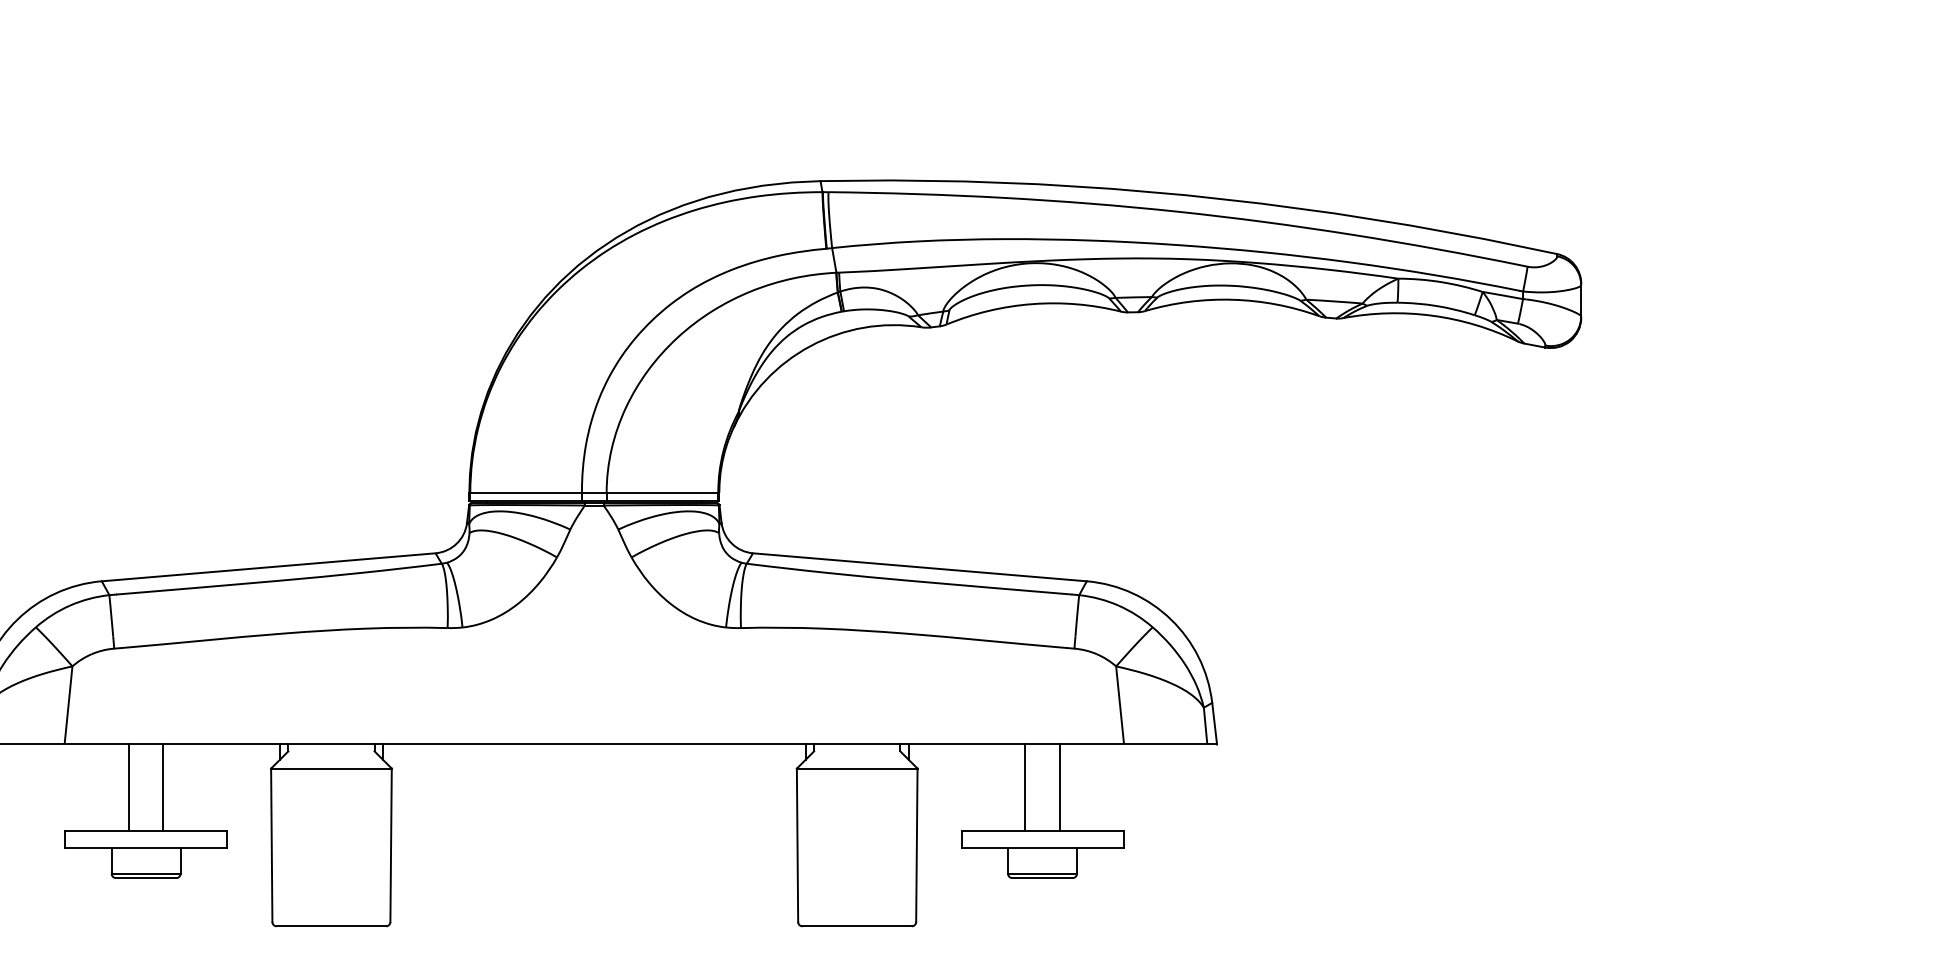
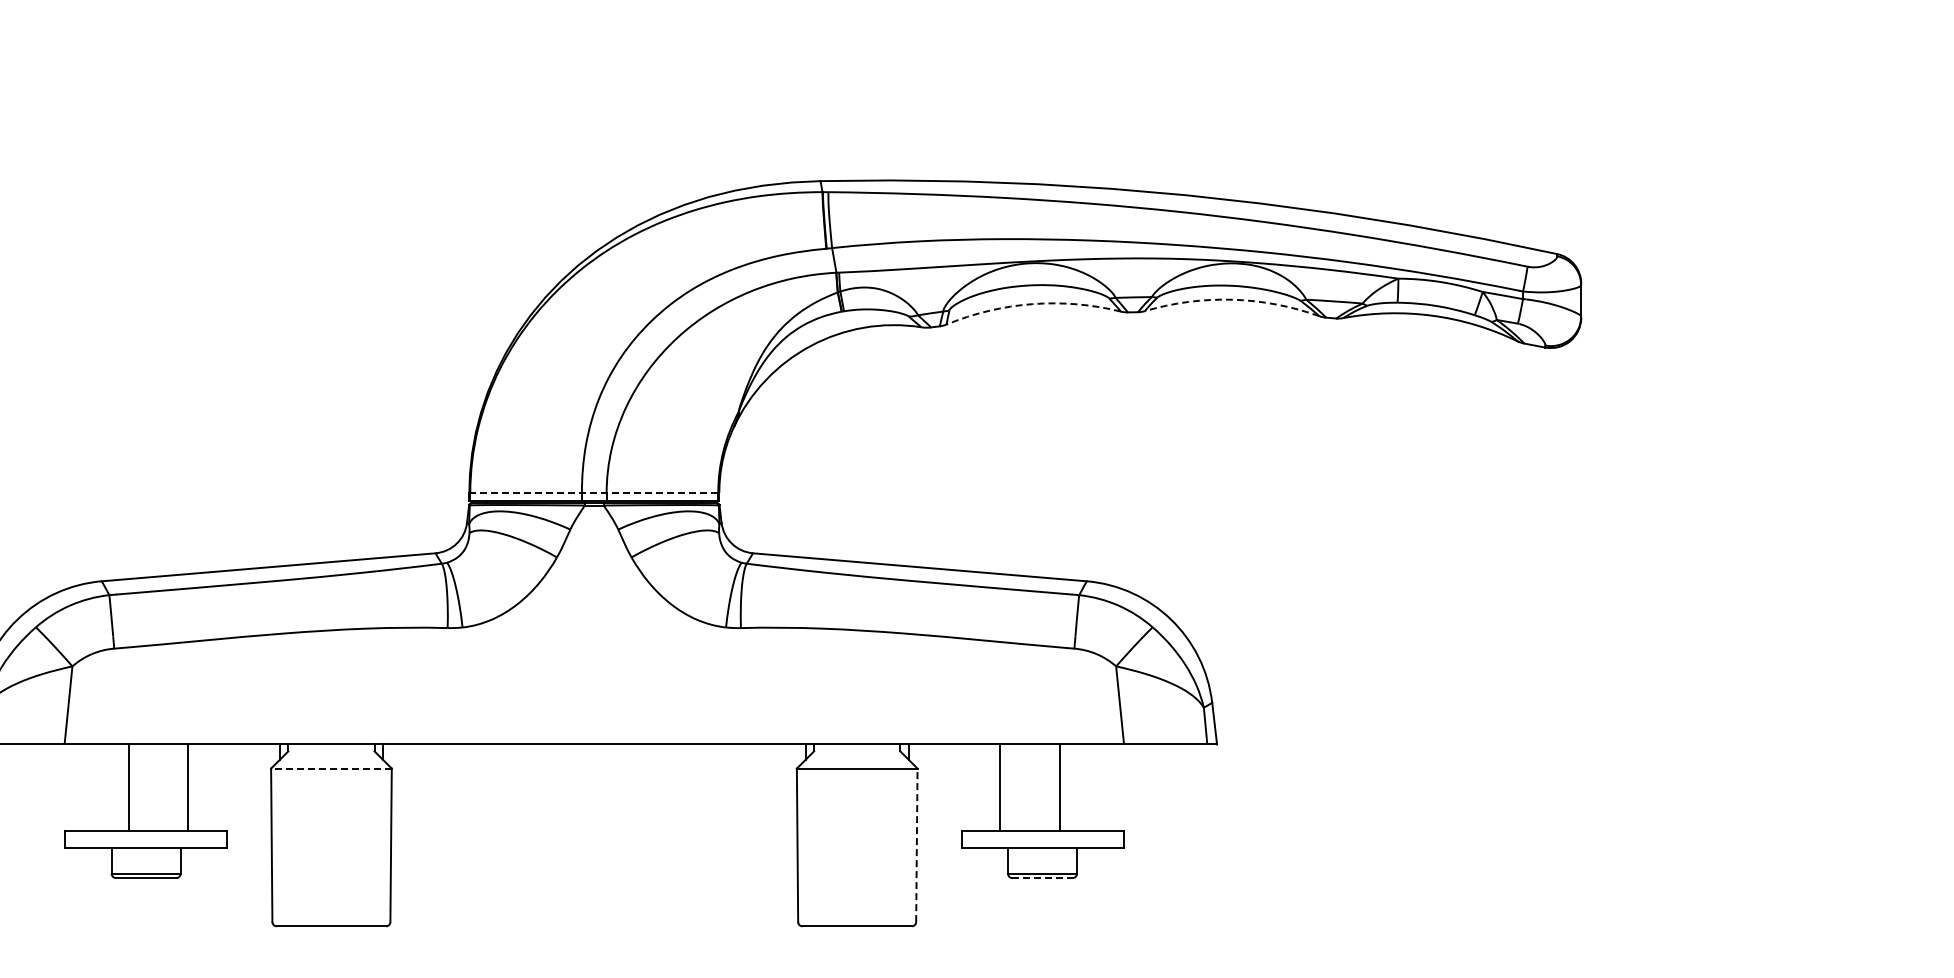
arc at (1232, 299): solid -> dashed
arc at (1032, 304): solid -> dashed
line at (594, 492): solid -> dashed
line at (330, 768): solid -> dashed
line at (163, 787) position: (163, 787) -> (188, 787)
line at (1025, 787) position: (1025, 787) -> (1000, 787)
line at (916, 845): solid -> dashed
line at (1043, 878): solid -> dashed
